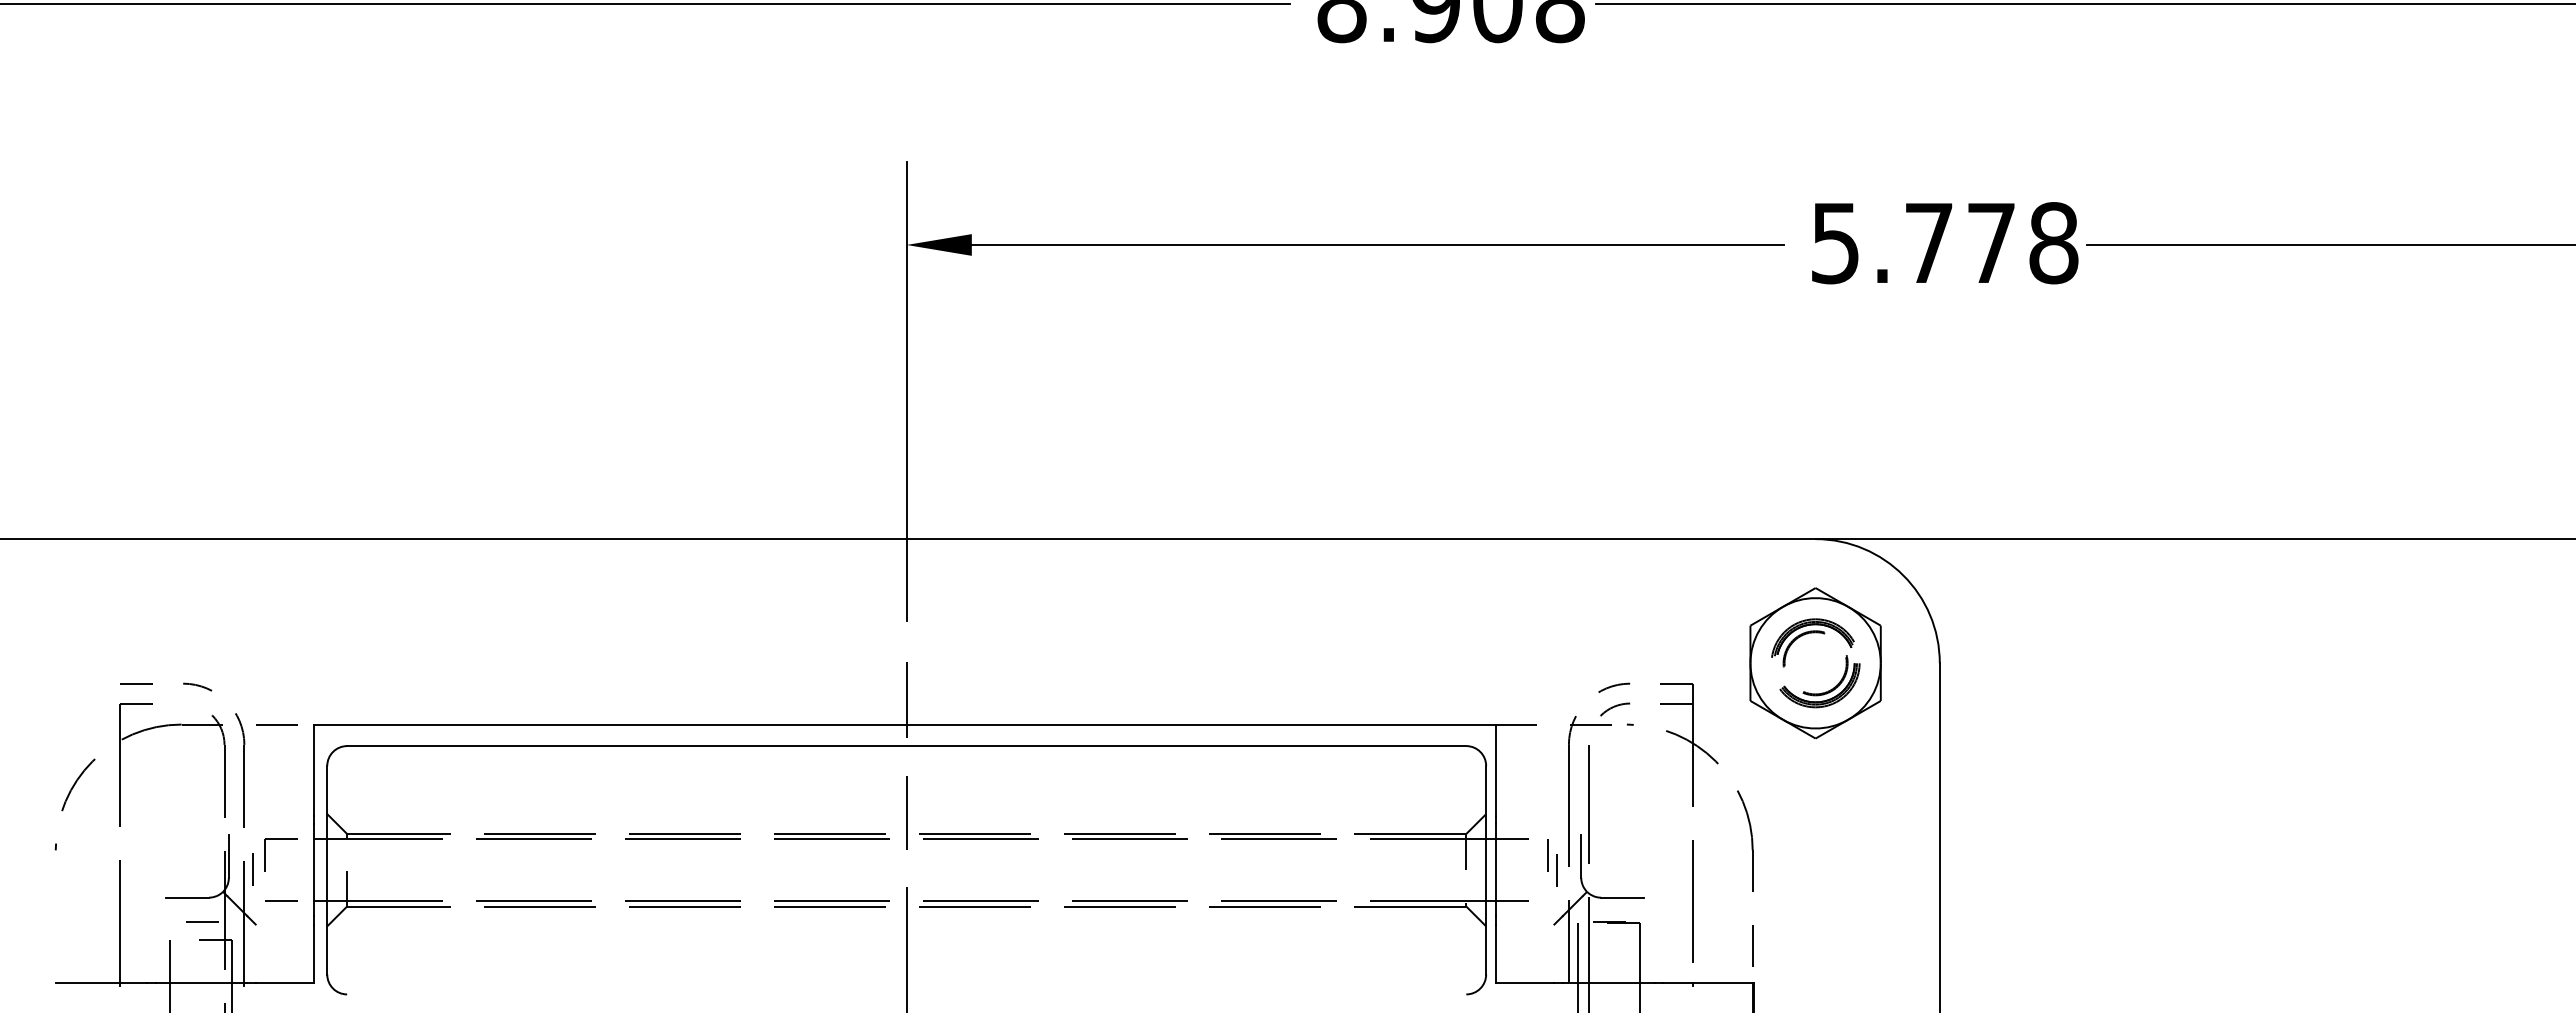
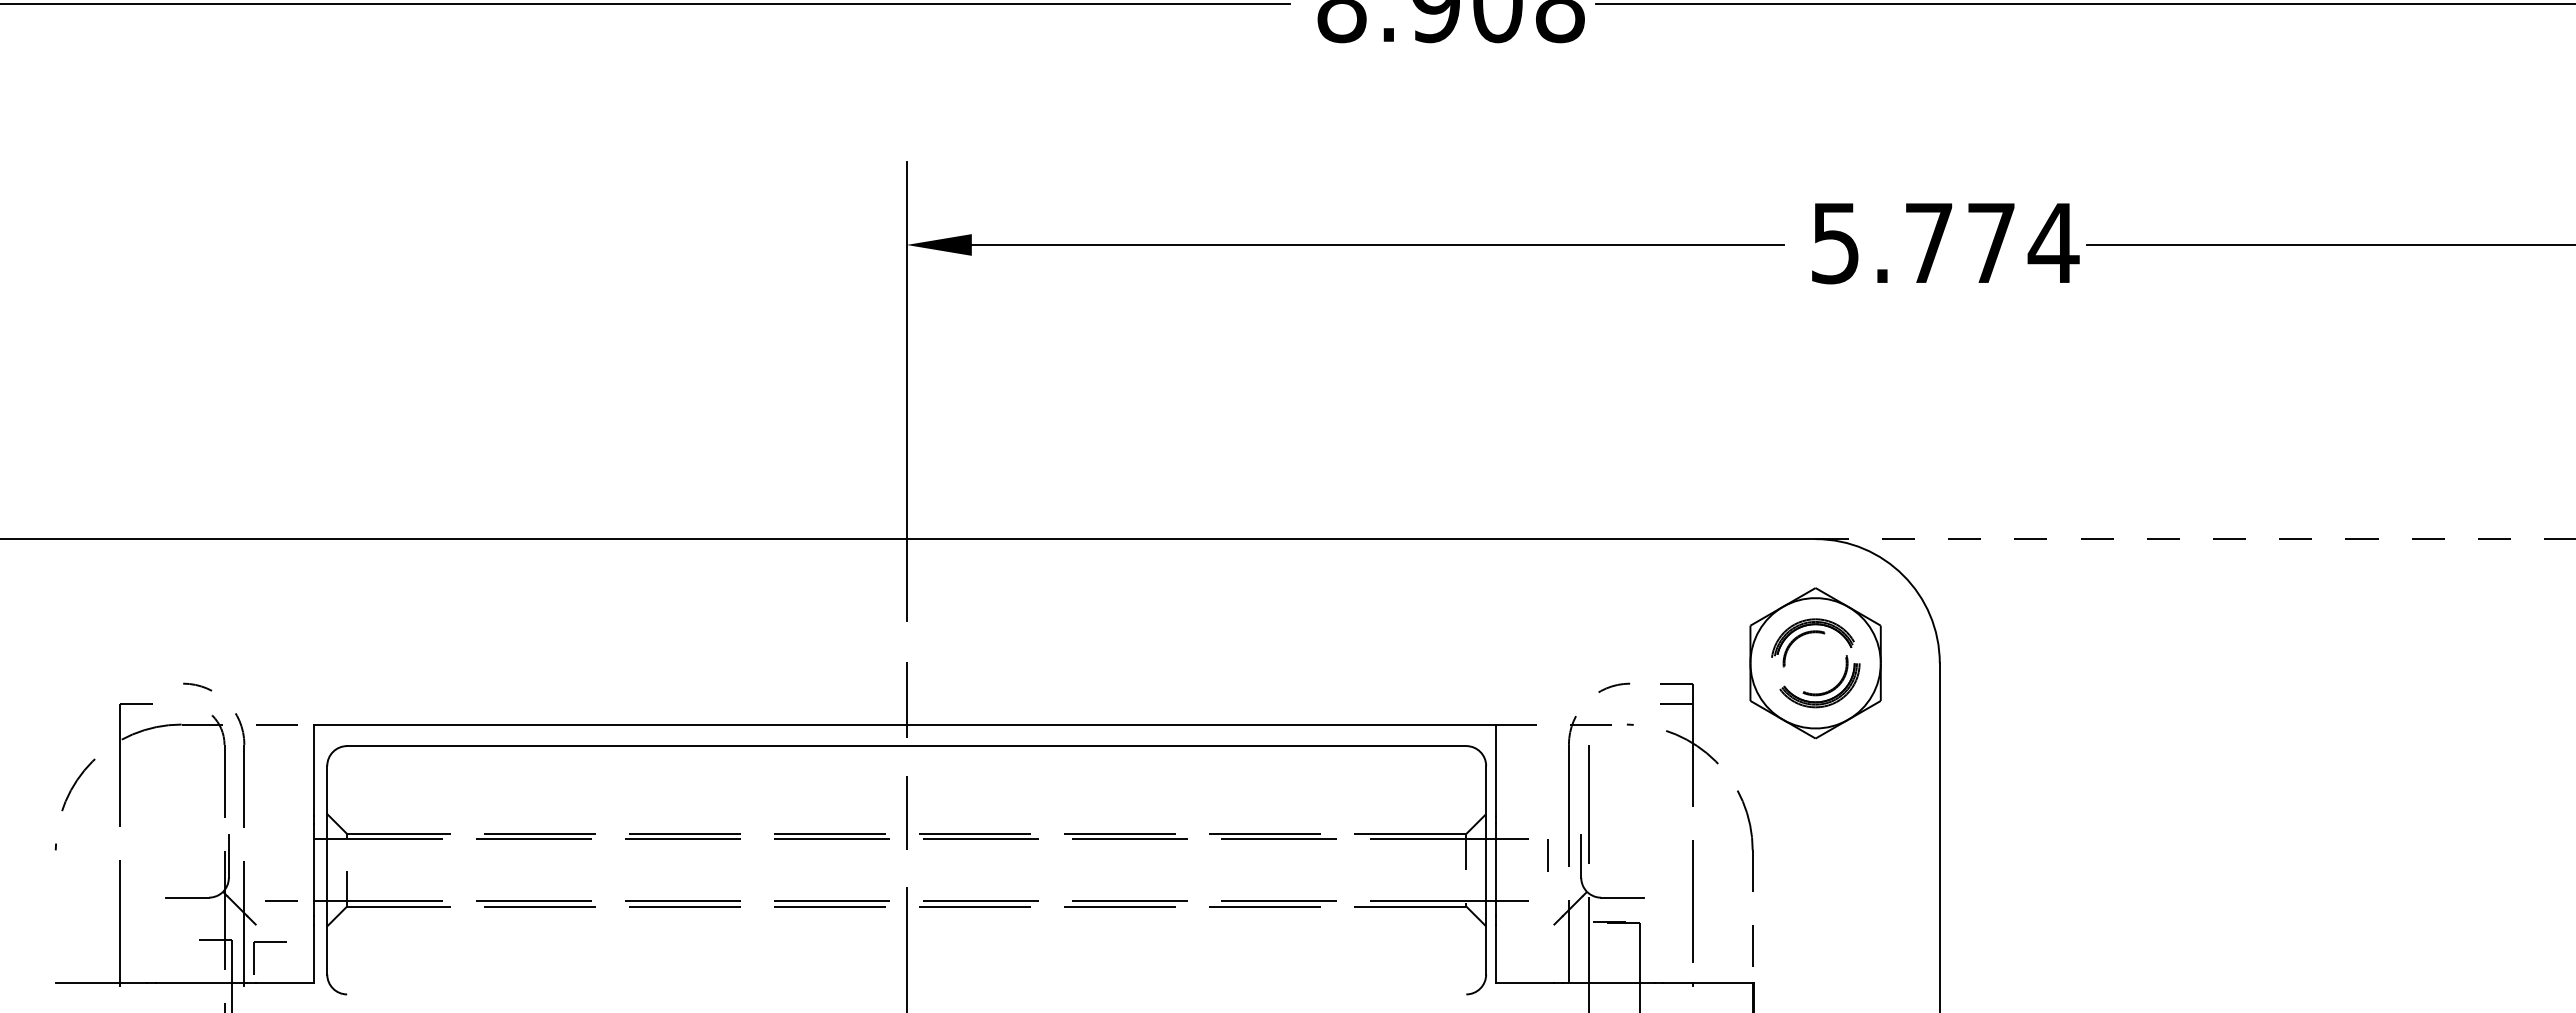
text at (2053, 243): 5.778 -> 5.774
line at (2195, 539): solid -> dashed
line at (136, 683): present -> none
arc at (1615, 707): present -> none
part at (280, 839) position: (280, 839) -> (269, 942)
line at (253, 870): present -> none
line at (1556, 870): present -> none
line at (201, 921): present -> none
line at (1577, 966): present -> none
line at (170, 974): present -> none
